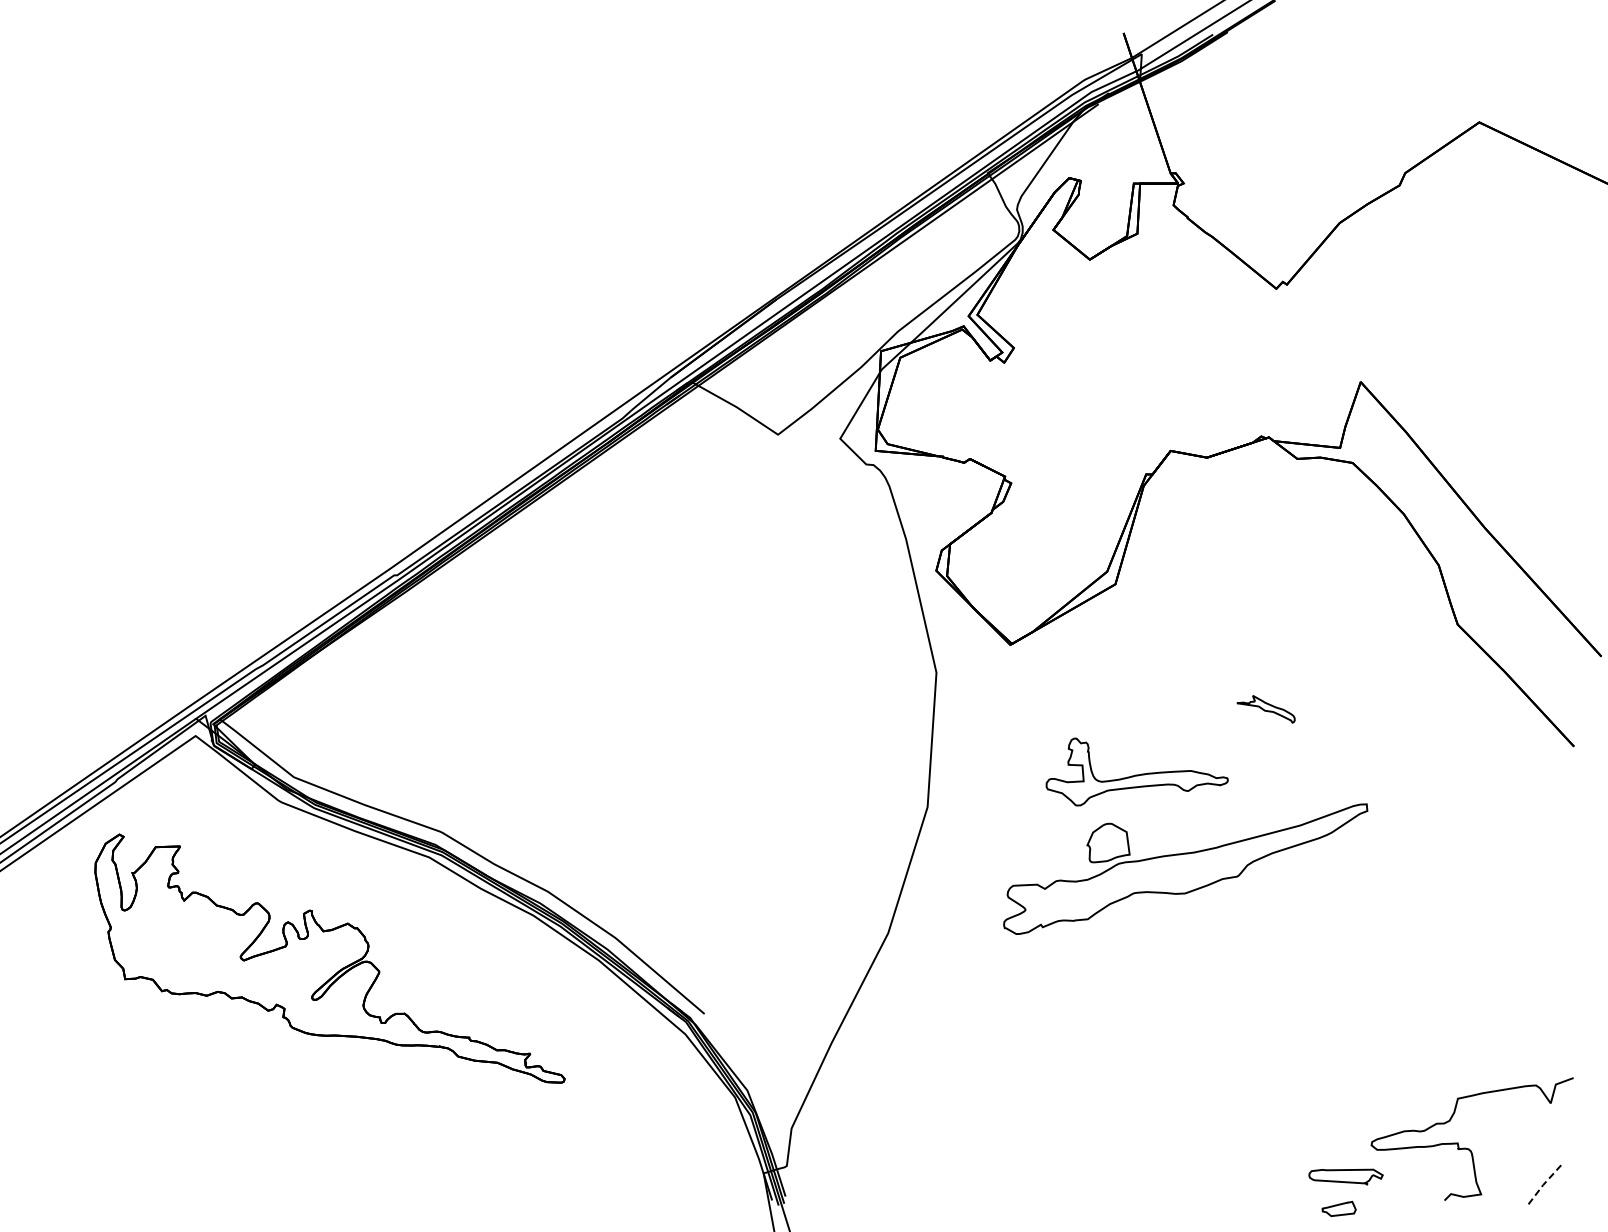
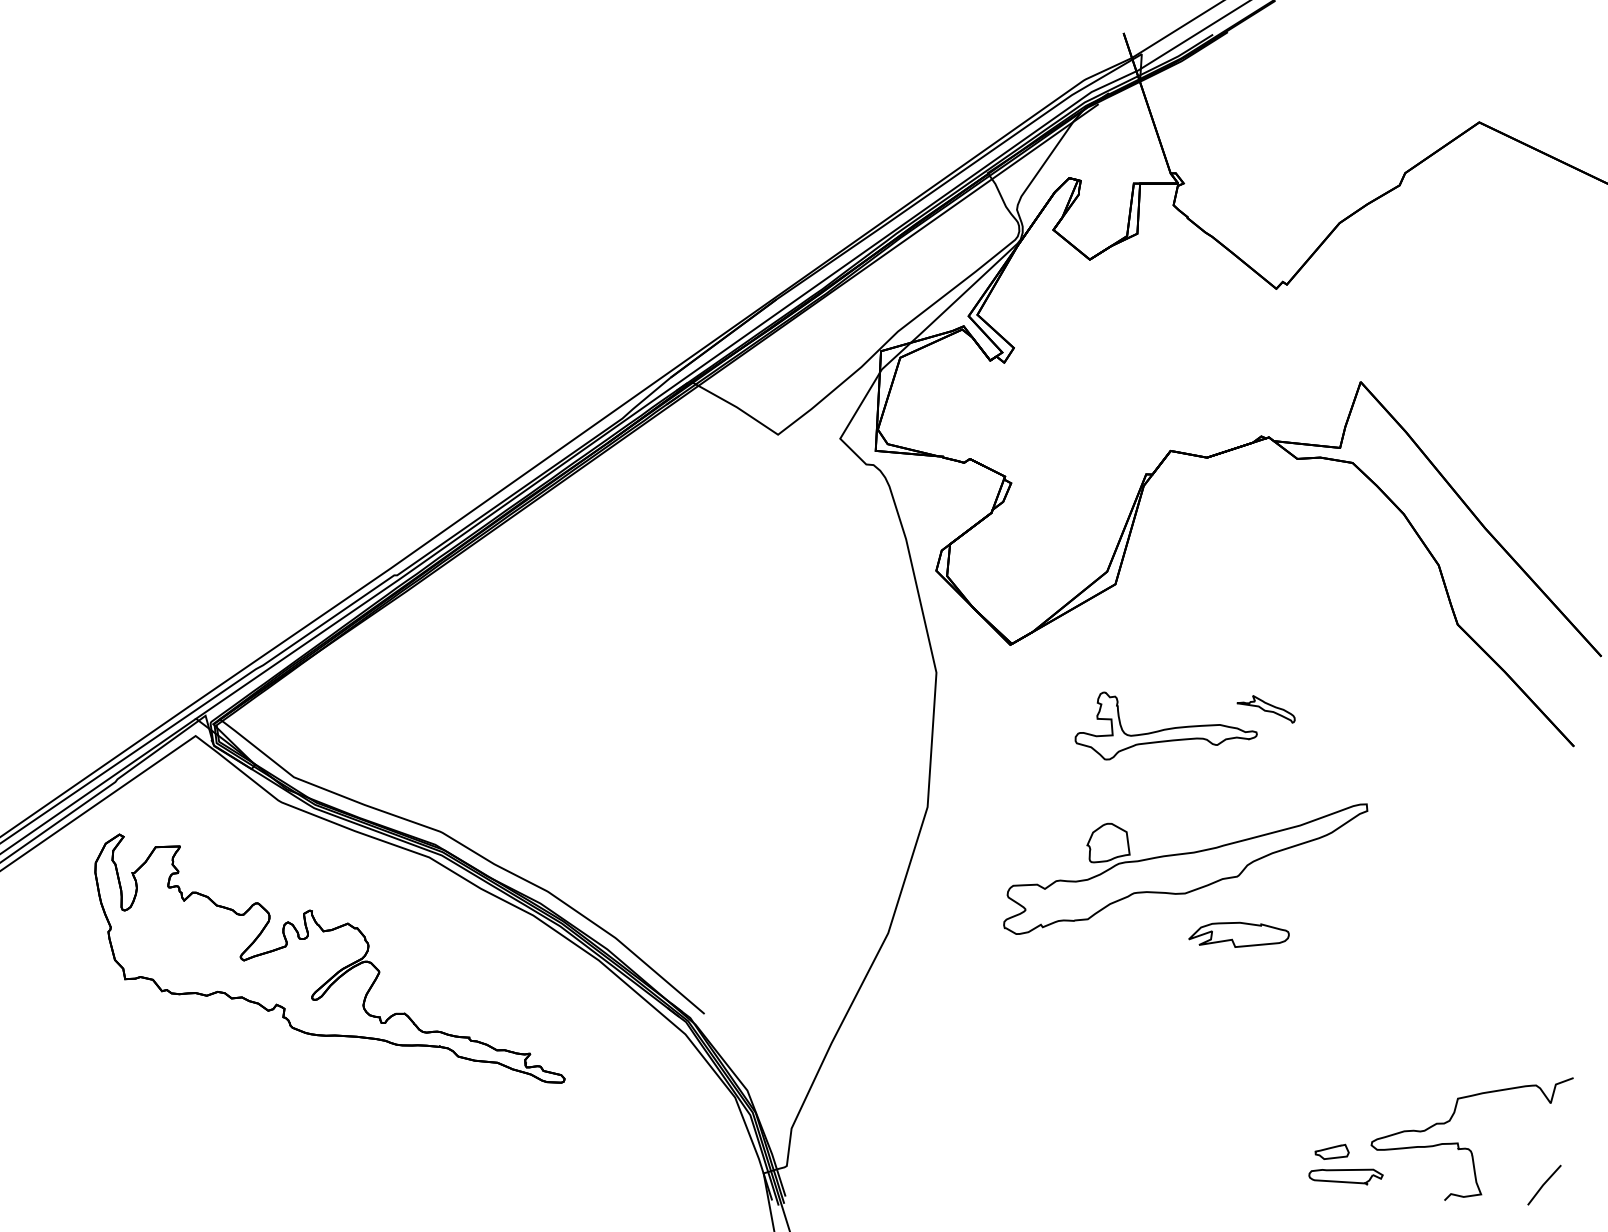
part at (1136, 771) position: (1136, 771) -> (1165, 725)
part at (1238, 934): none -> present
line at (1543, 1185): dashed -> solid
part at (1338, 1208) position: (1338, 1208) -> (1331, 1151)
